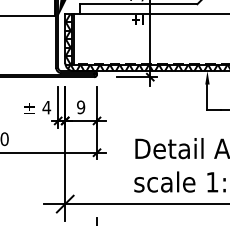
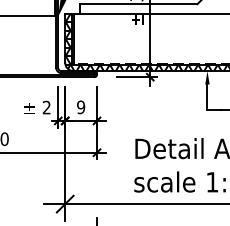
text at (46, 107): 4 -> 2
